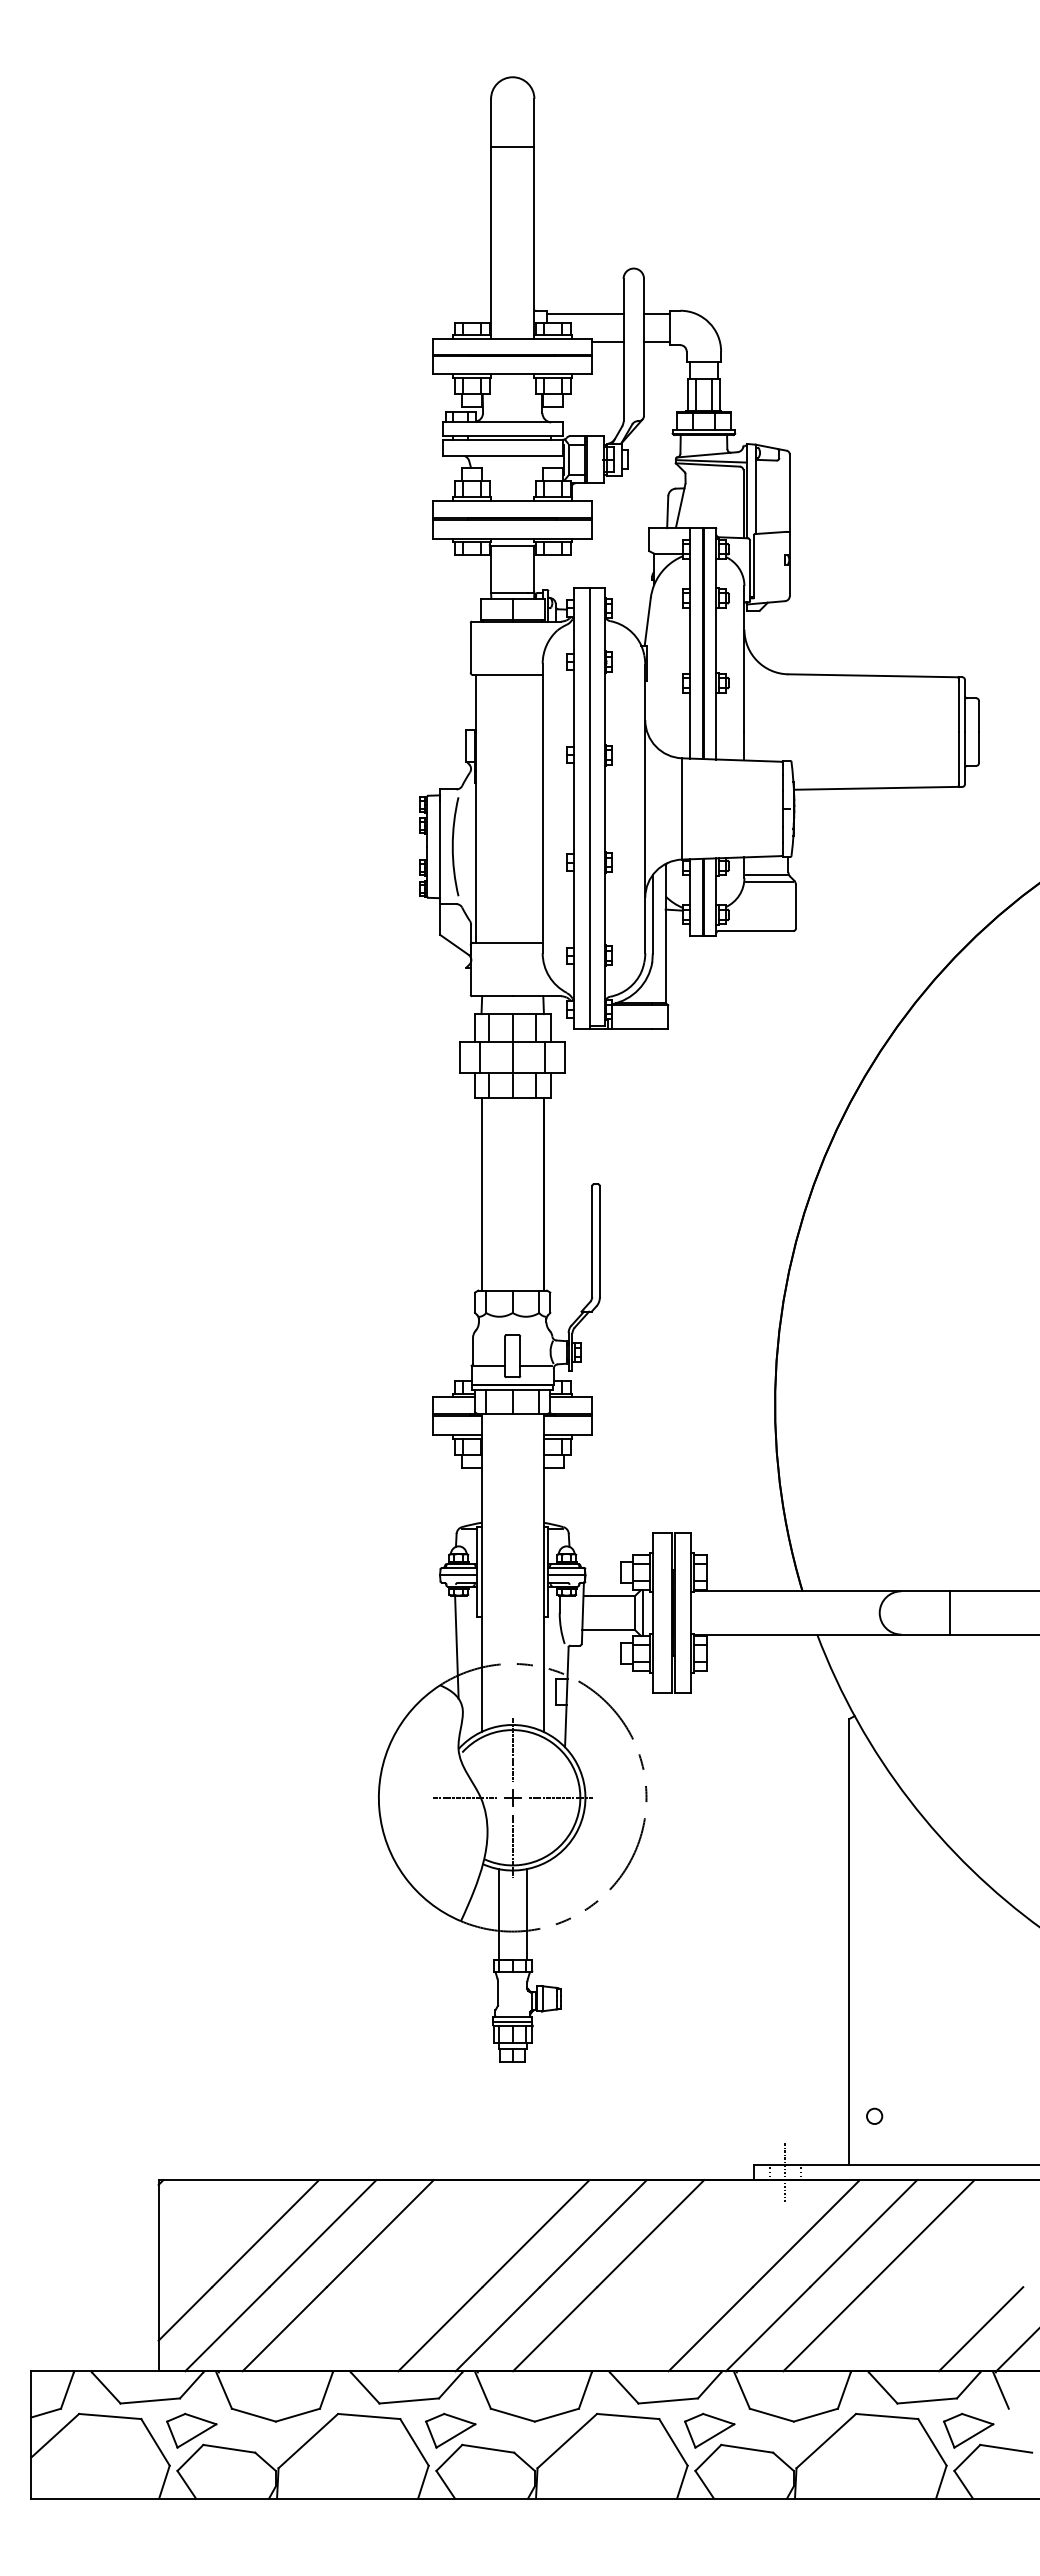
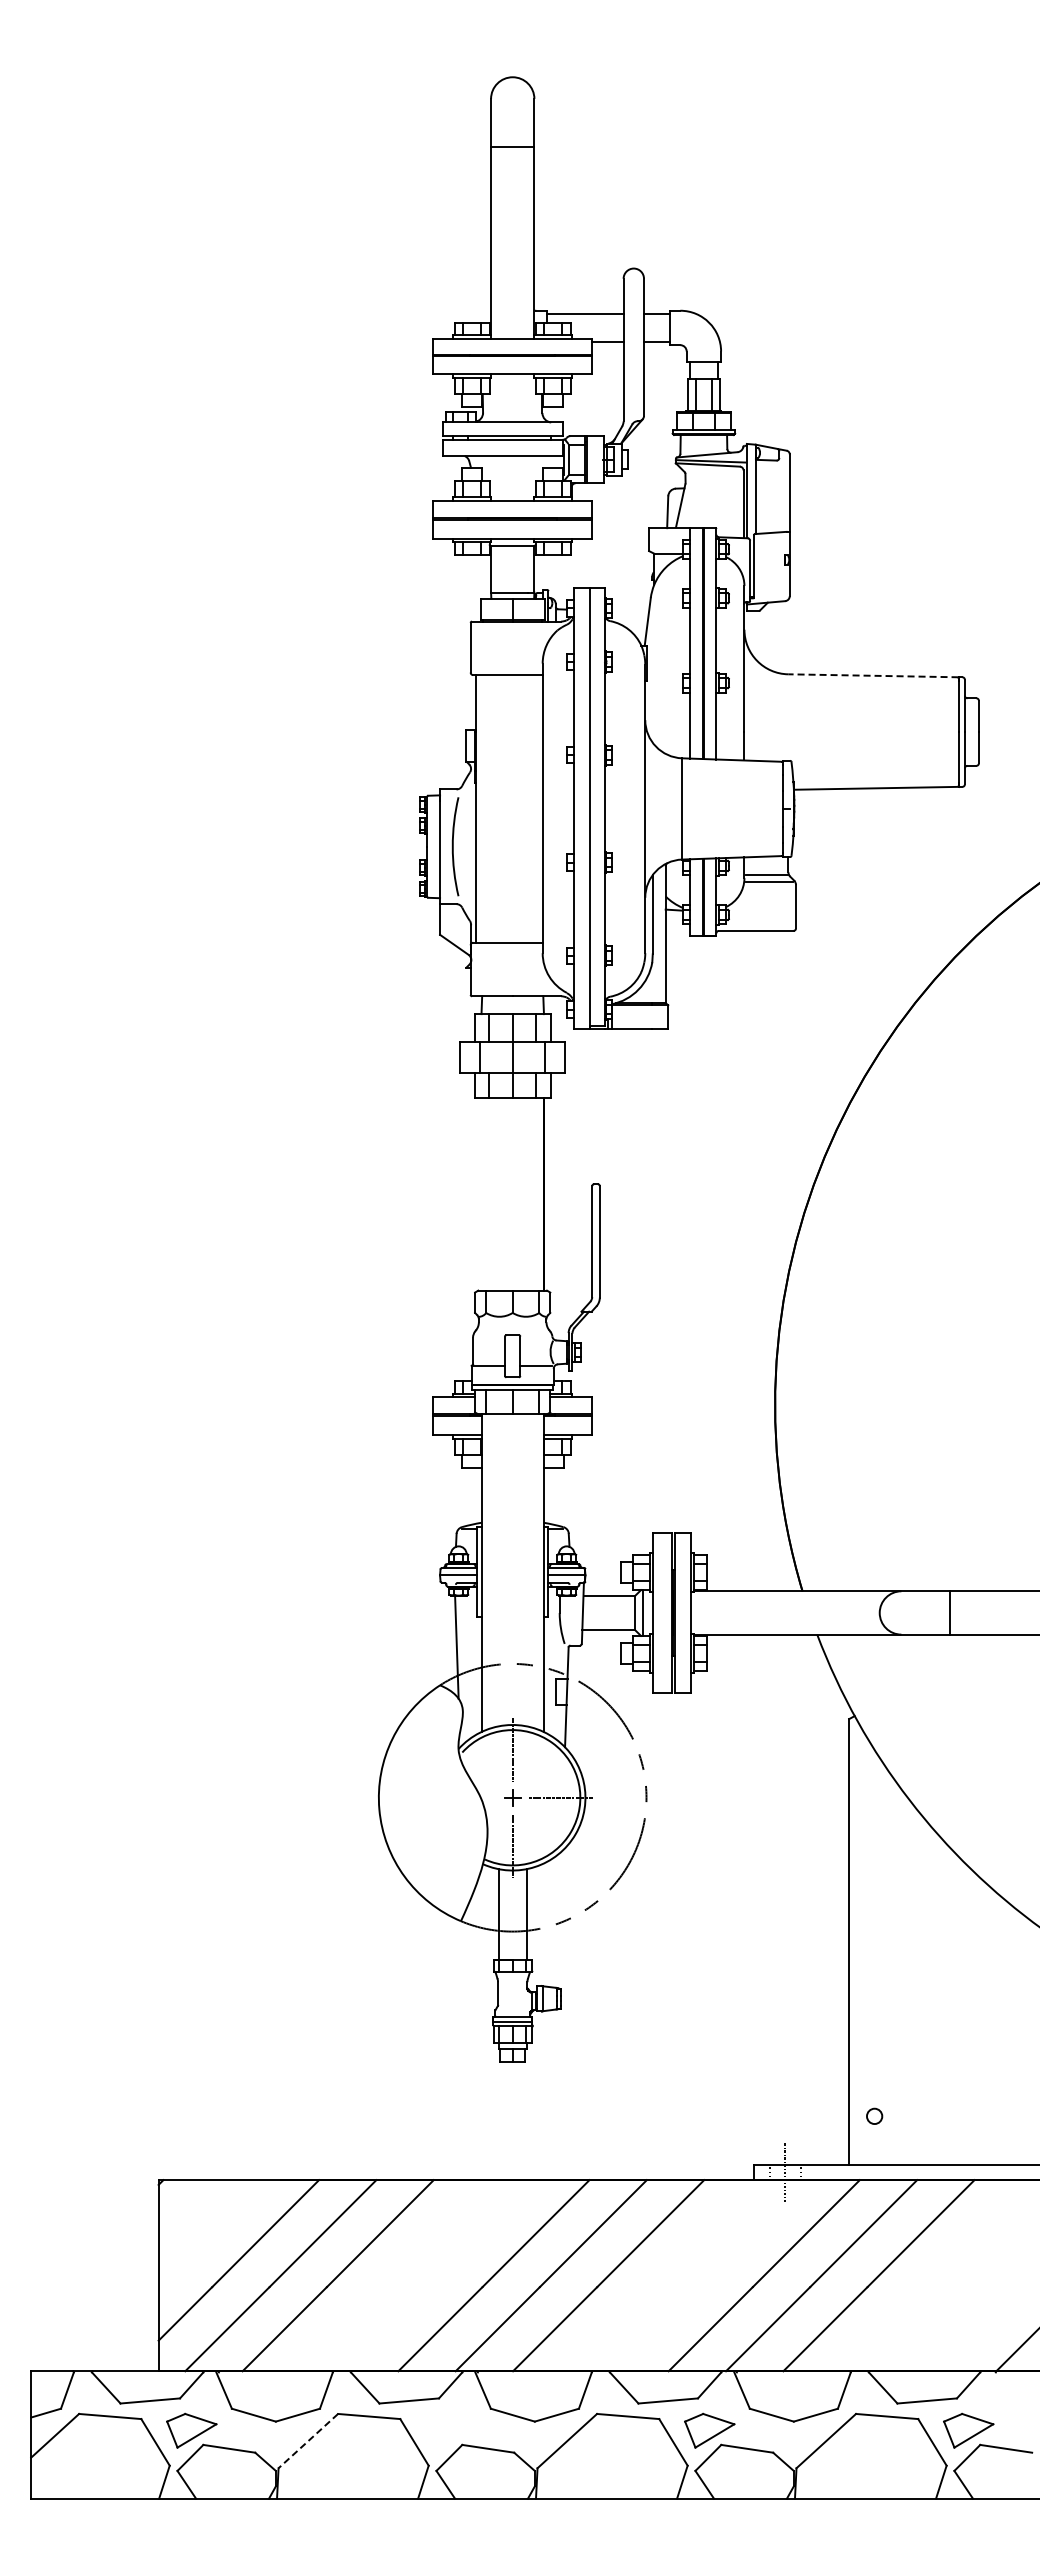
line at (872, 675): solid -> dashed
line at (481, 1194): present -> none
line at (464, 1797): present -> none
line at (980, 2329): present -> none
line at (1000, 2390): present -> none
part at (450, 2430): present -> none
line at (307, 2441): solid -> dashed
